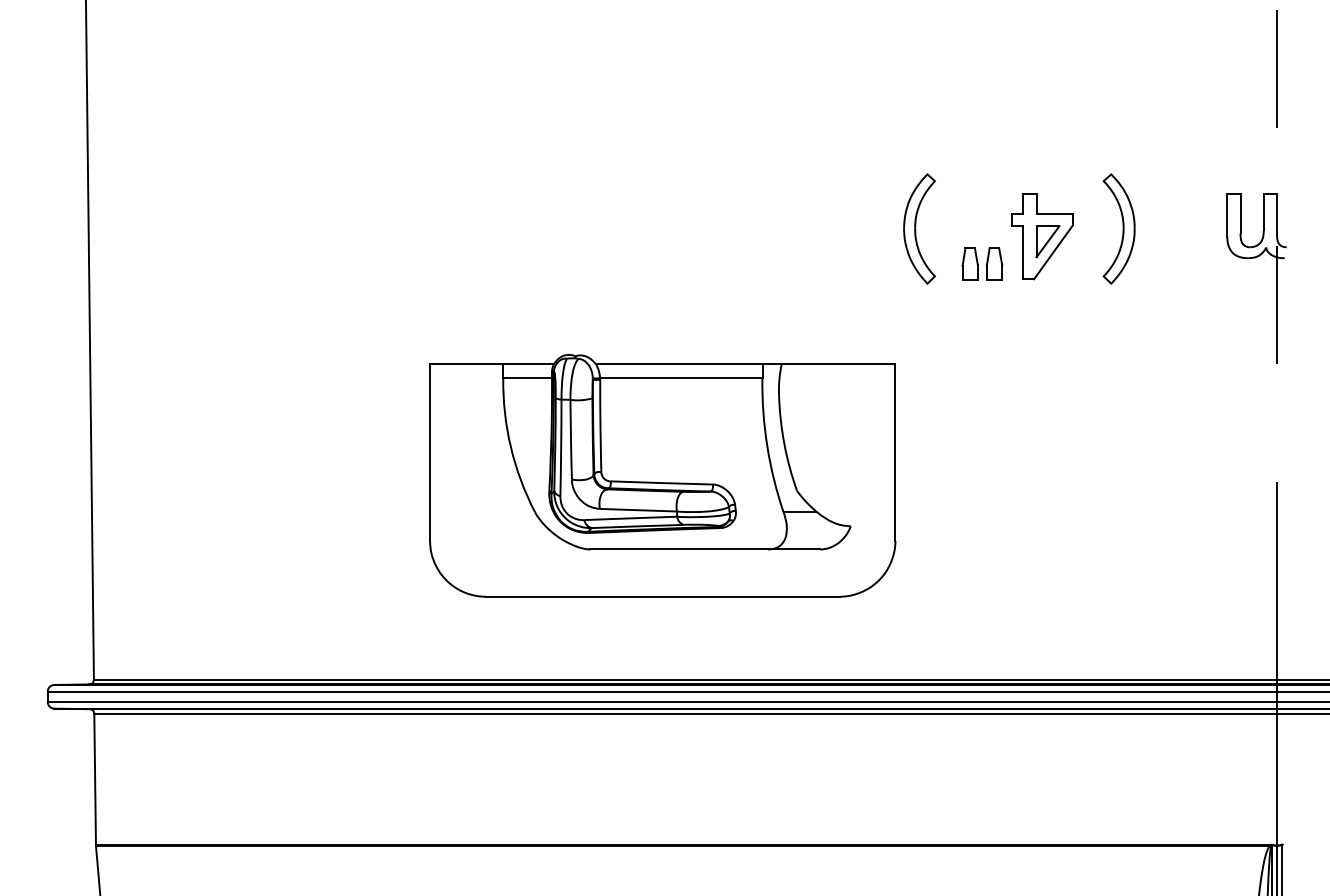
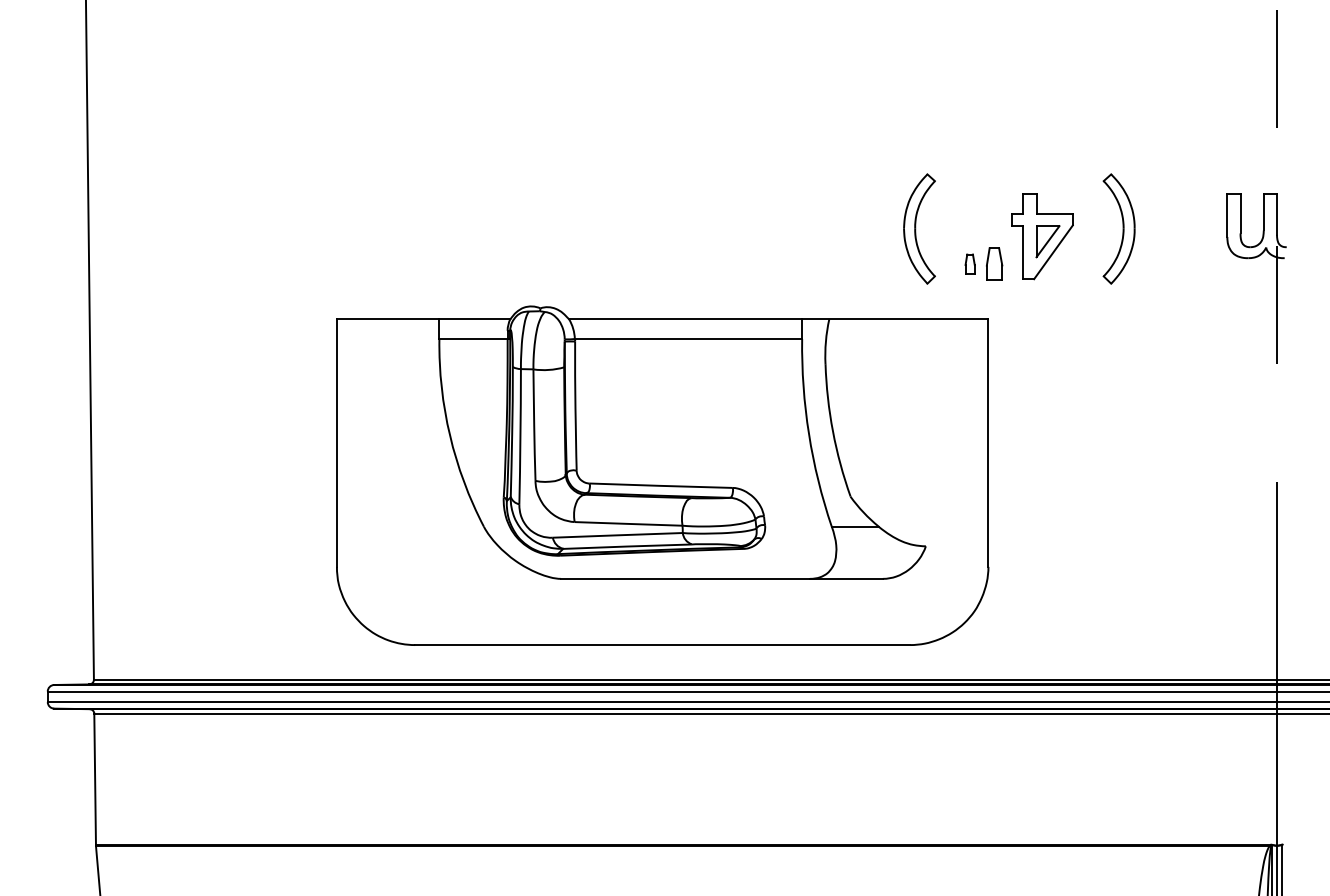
part at (969, 263) size: 18x34 px -> 12x22 px
part at (662, 475) size: 468x244 px -> 654x341 px
